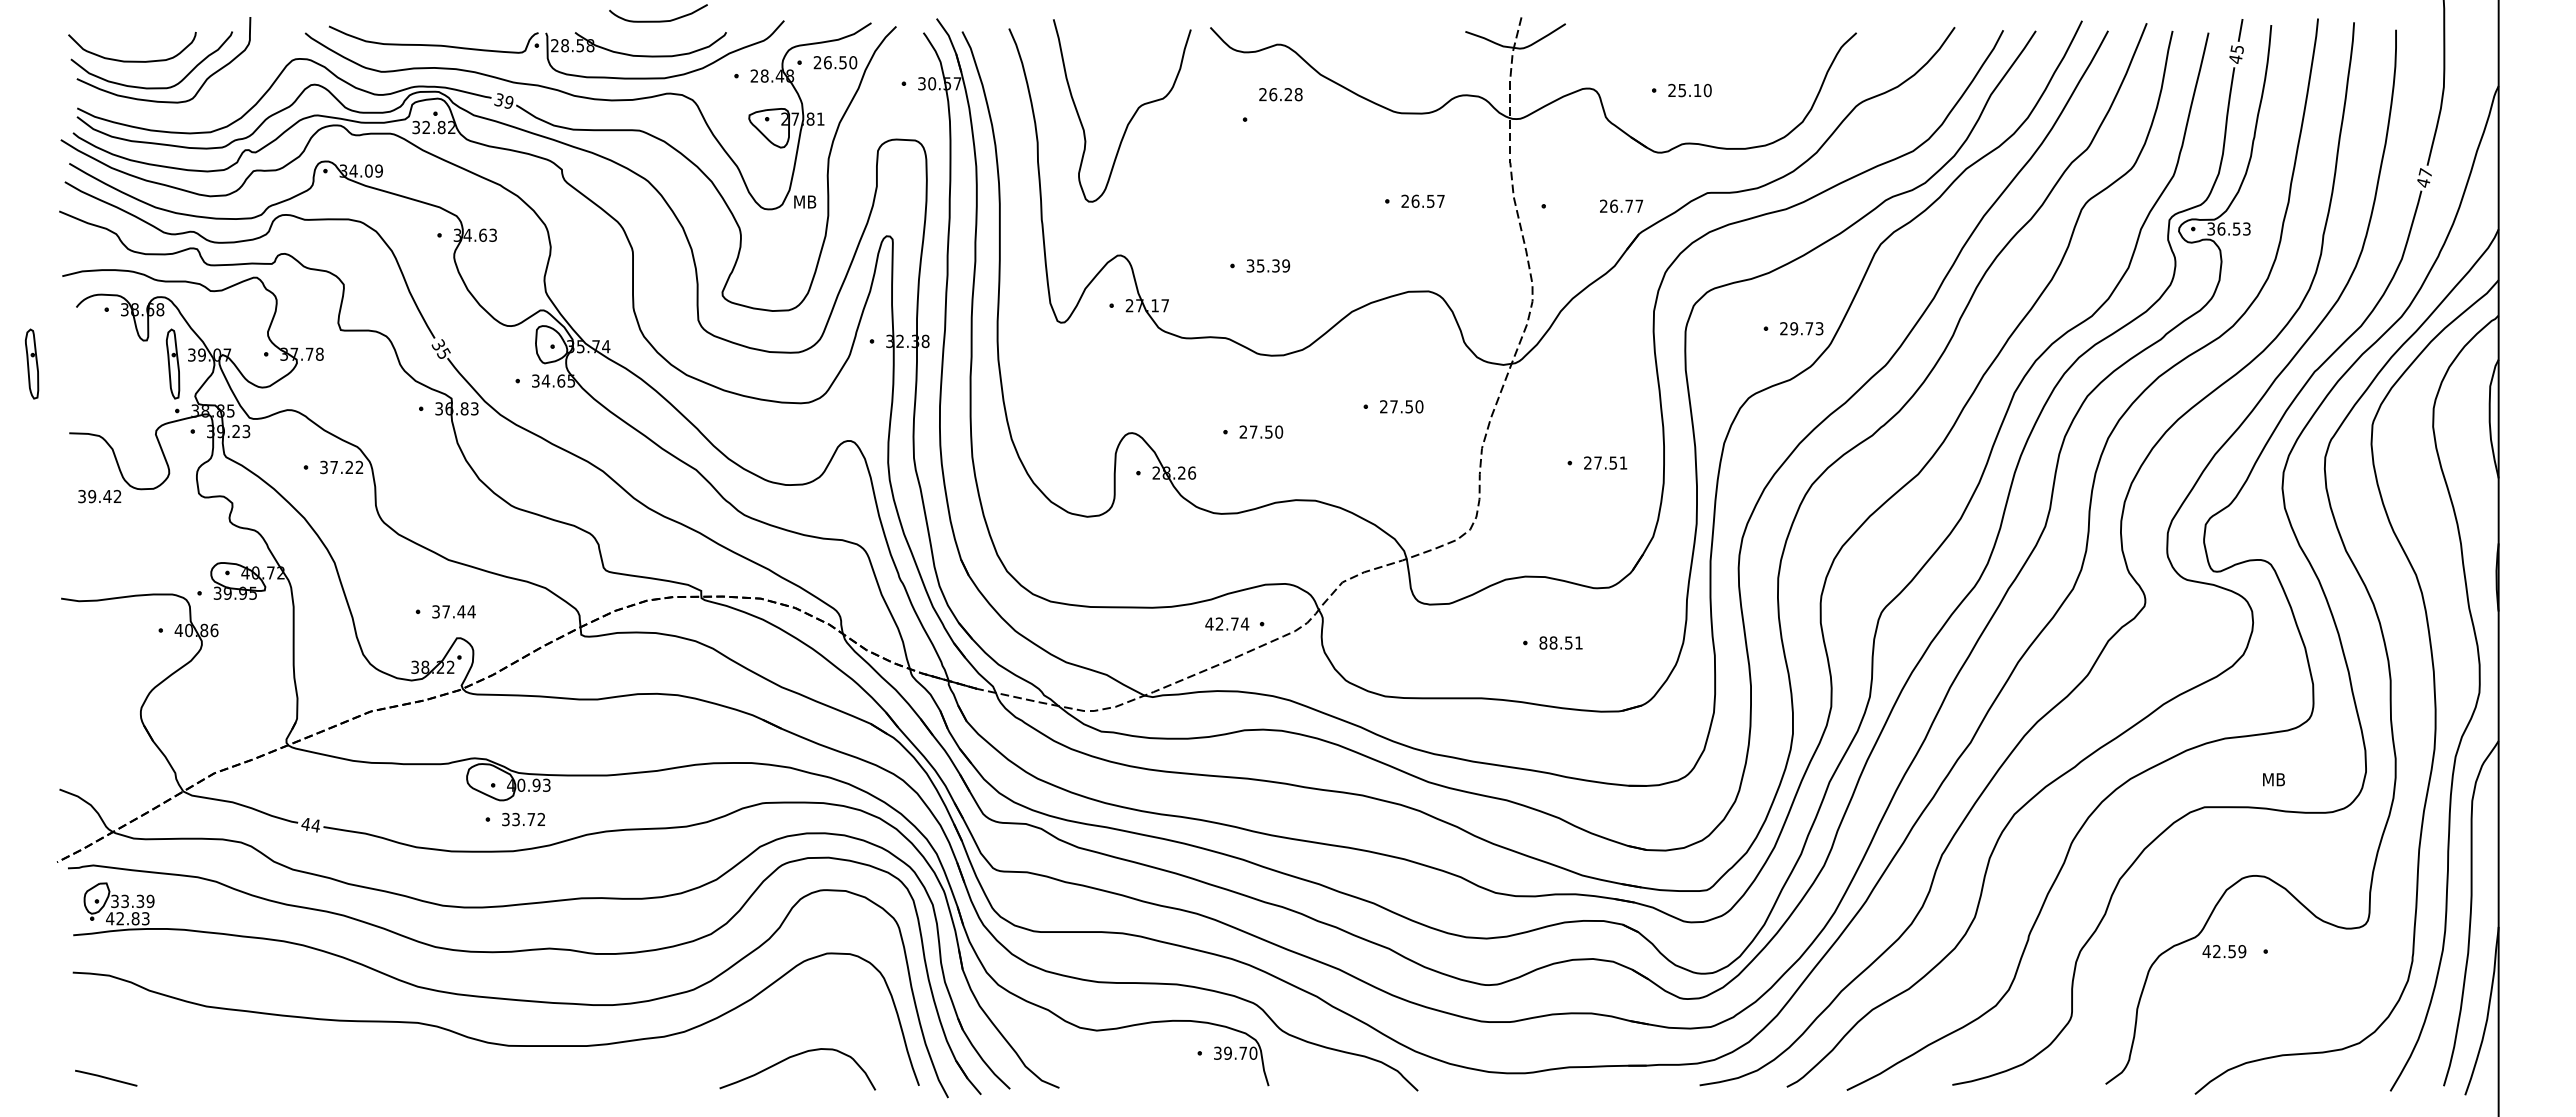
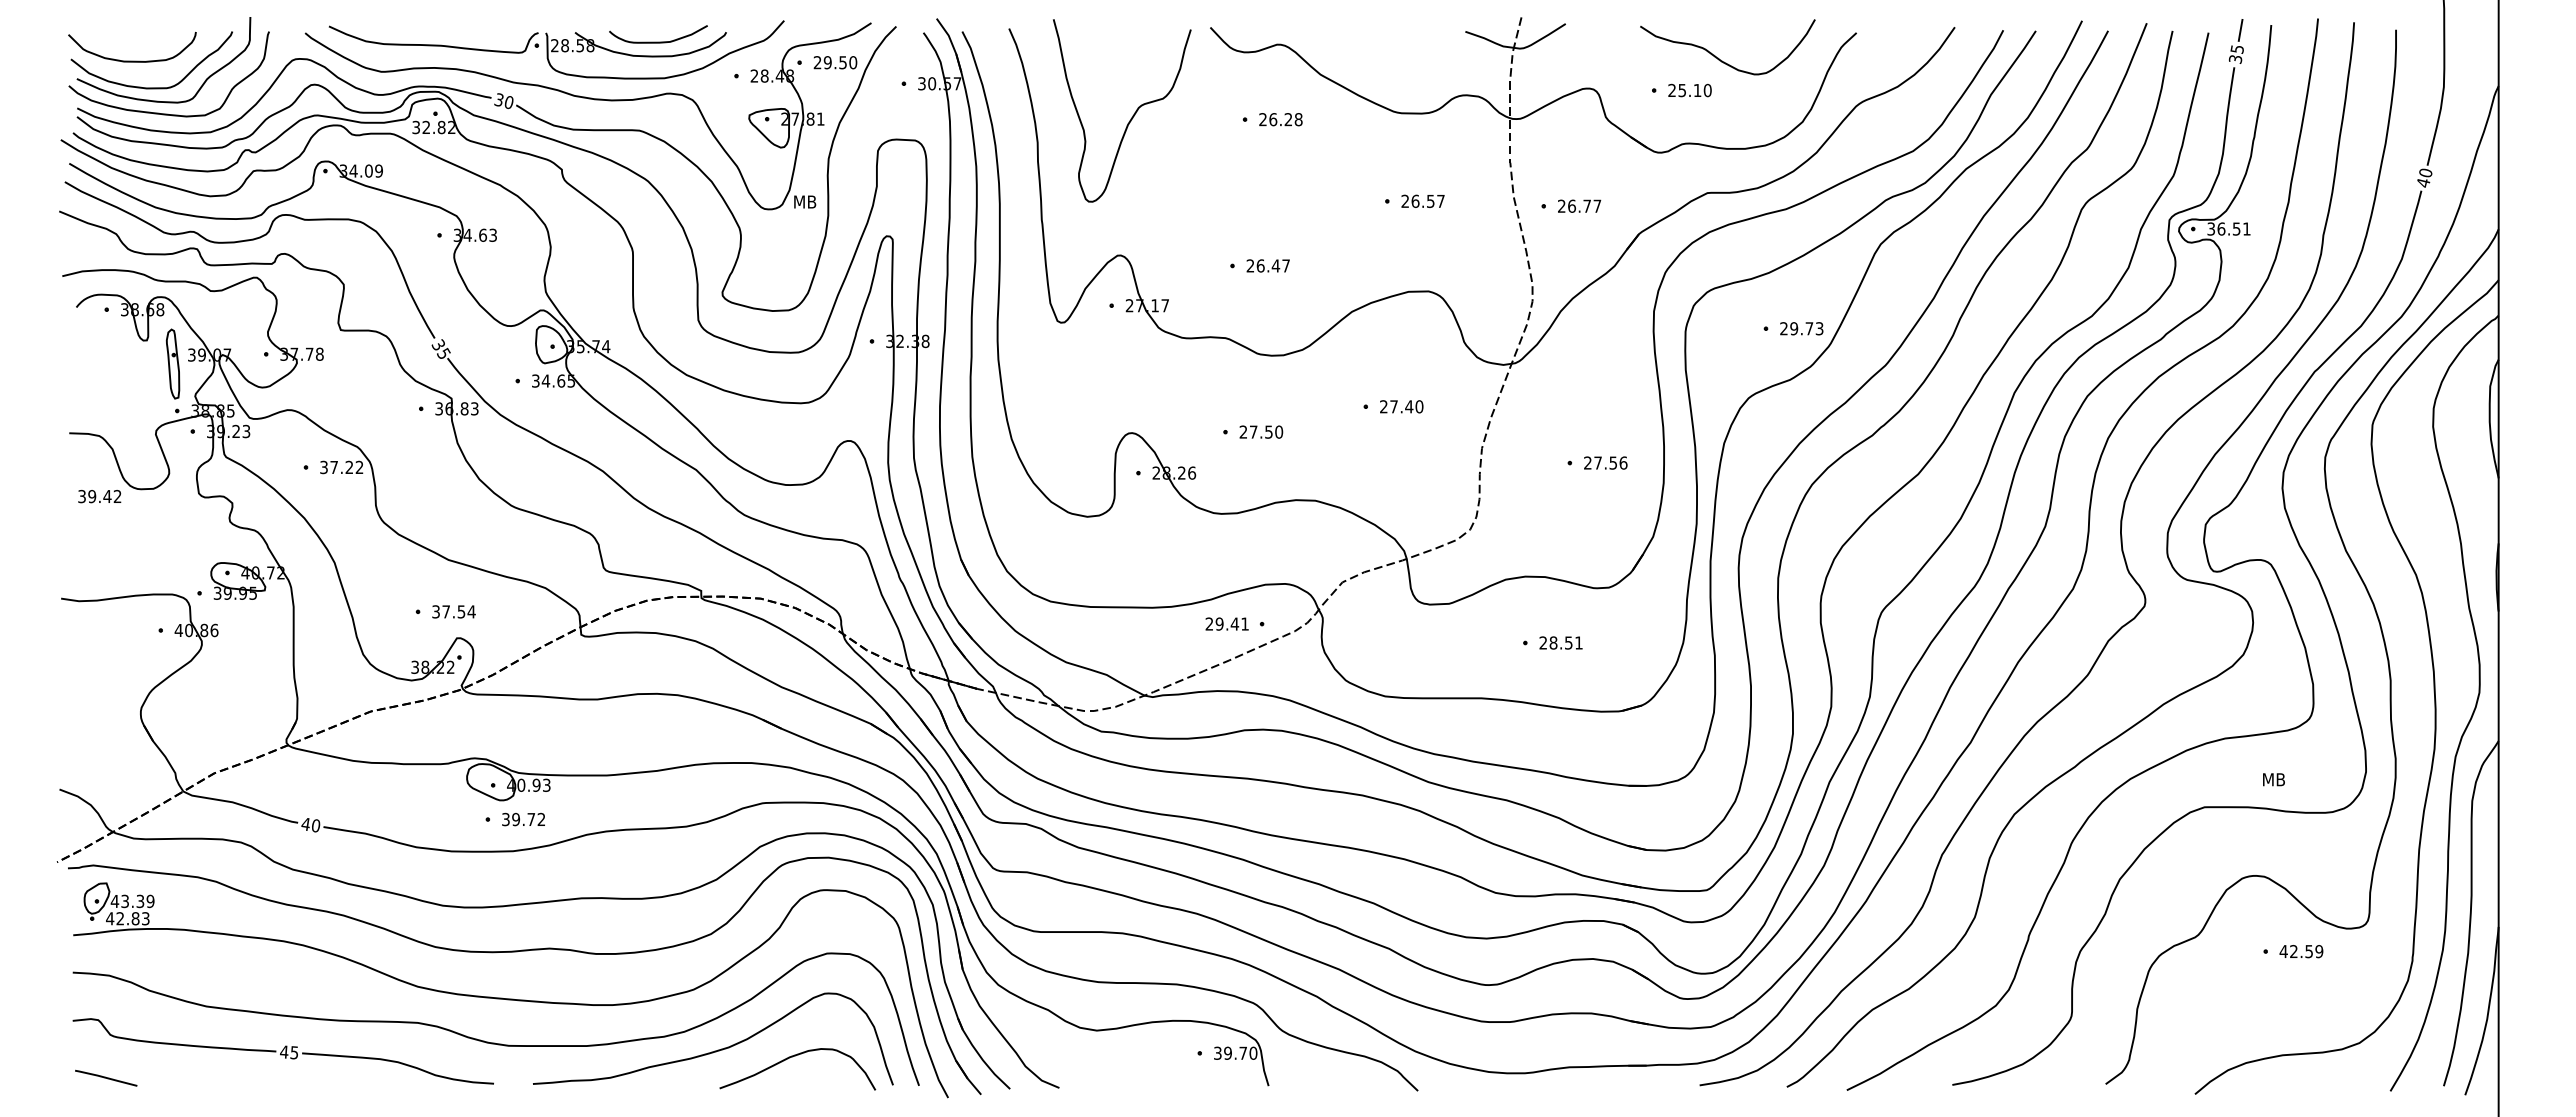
curve at (658, 20) position: (658, 20) -> (658, 41)
curve at (1718, 57): none -> present
text at (2235, 59): 45 -> 35
text at (827, 62): 26.50 -> 29.50
text at (1280, 94) position: (1280, 94) -> (1280, 119)
text at (508, 102): 39 -> 30
curve at (167, 113): none -> present
text at (2425, 172): 47 -> 40
text at (1621, 205) position: (1621, 205) -> (1579, 205)
text at (2246, 228): 36.53 -> 36.51
text at (1268, 265): 35.39 -> 26.47
part at (31, 363): present -> none
text at (1409, 406): 27.50 -> 27.40
text at (1623, 462): 27.51 -> 27.56
text at (461, 611): 37.44 -> 37.54
text at (1227, 623): 42.74 -> 29.41
text at (1543, 642): 88.51 -> 28.51
text at (516, 819): 33.72 -> 39.72
text at (315, 825): 44 -> 40
text at (114, 901): 33.39 -> 43.39
text at (2224, 951) position: (2224, 951) -> (2301, 951)
curve at (714, 1050): none -> present
part at (282, 1051): none -> present
